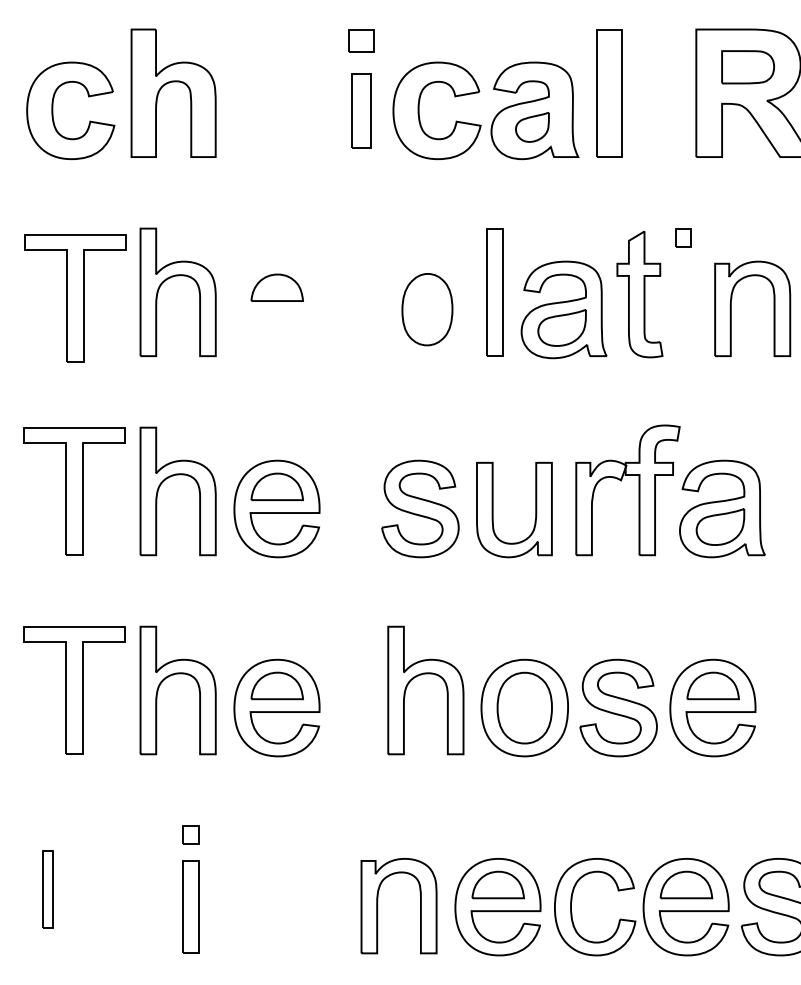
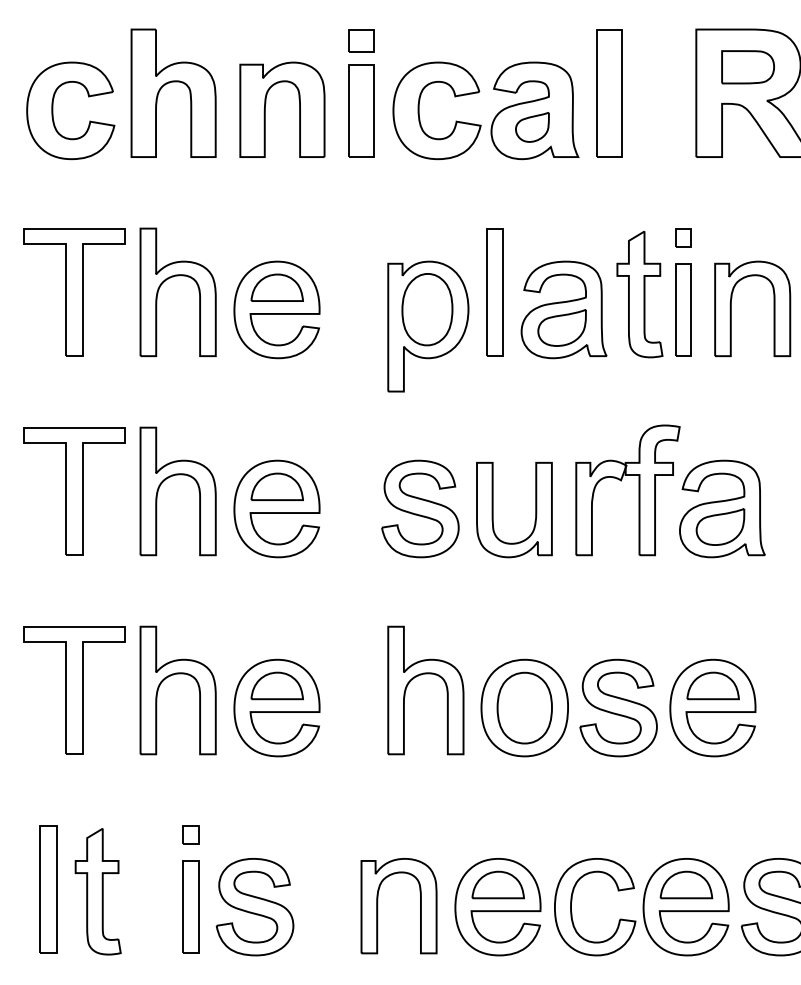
part at (265, 109): none -> present
part at (361, 110) size: 21x76 px -> 27x94 px
part at (75, 298) position: (75, 298) -> (74, 292)
part at (276, 309): none -> present
part at (683, 309): none -> present
part at (428, 326): none -> present
part at (47, 889) size: 12x79 px -> 19x129 px
part at (97, 891): none -> present
part at (254, 907): none -> present
